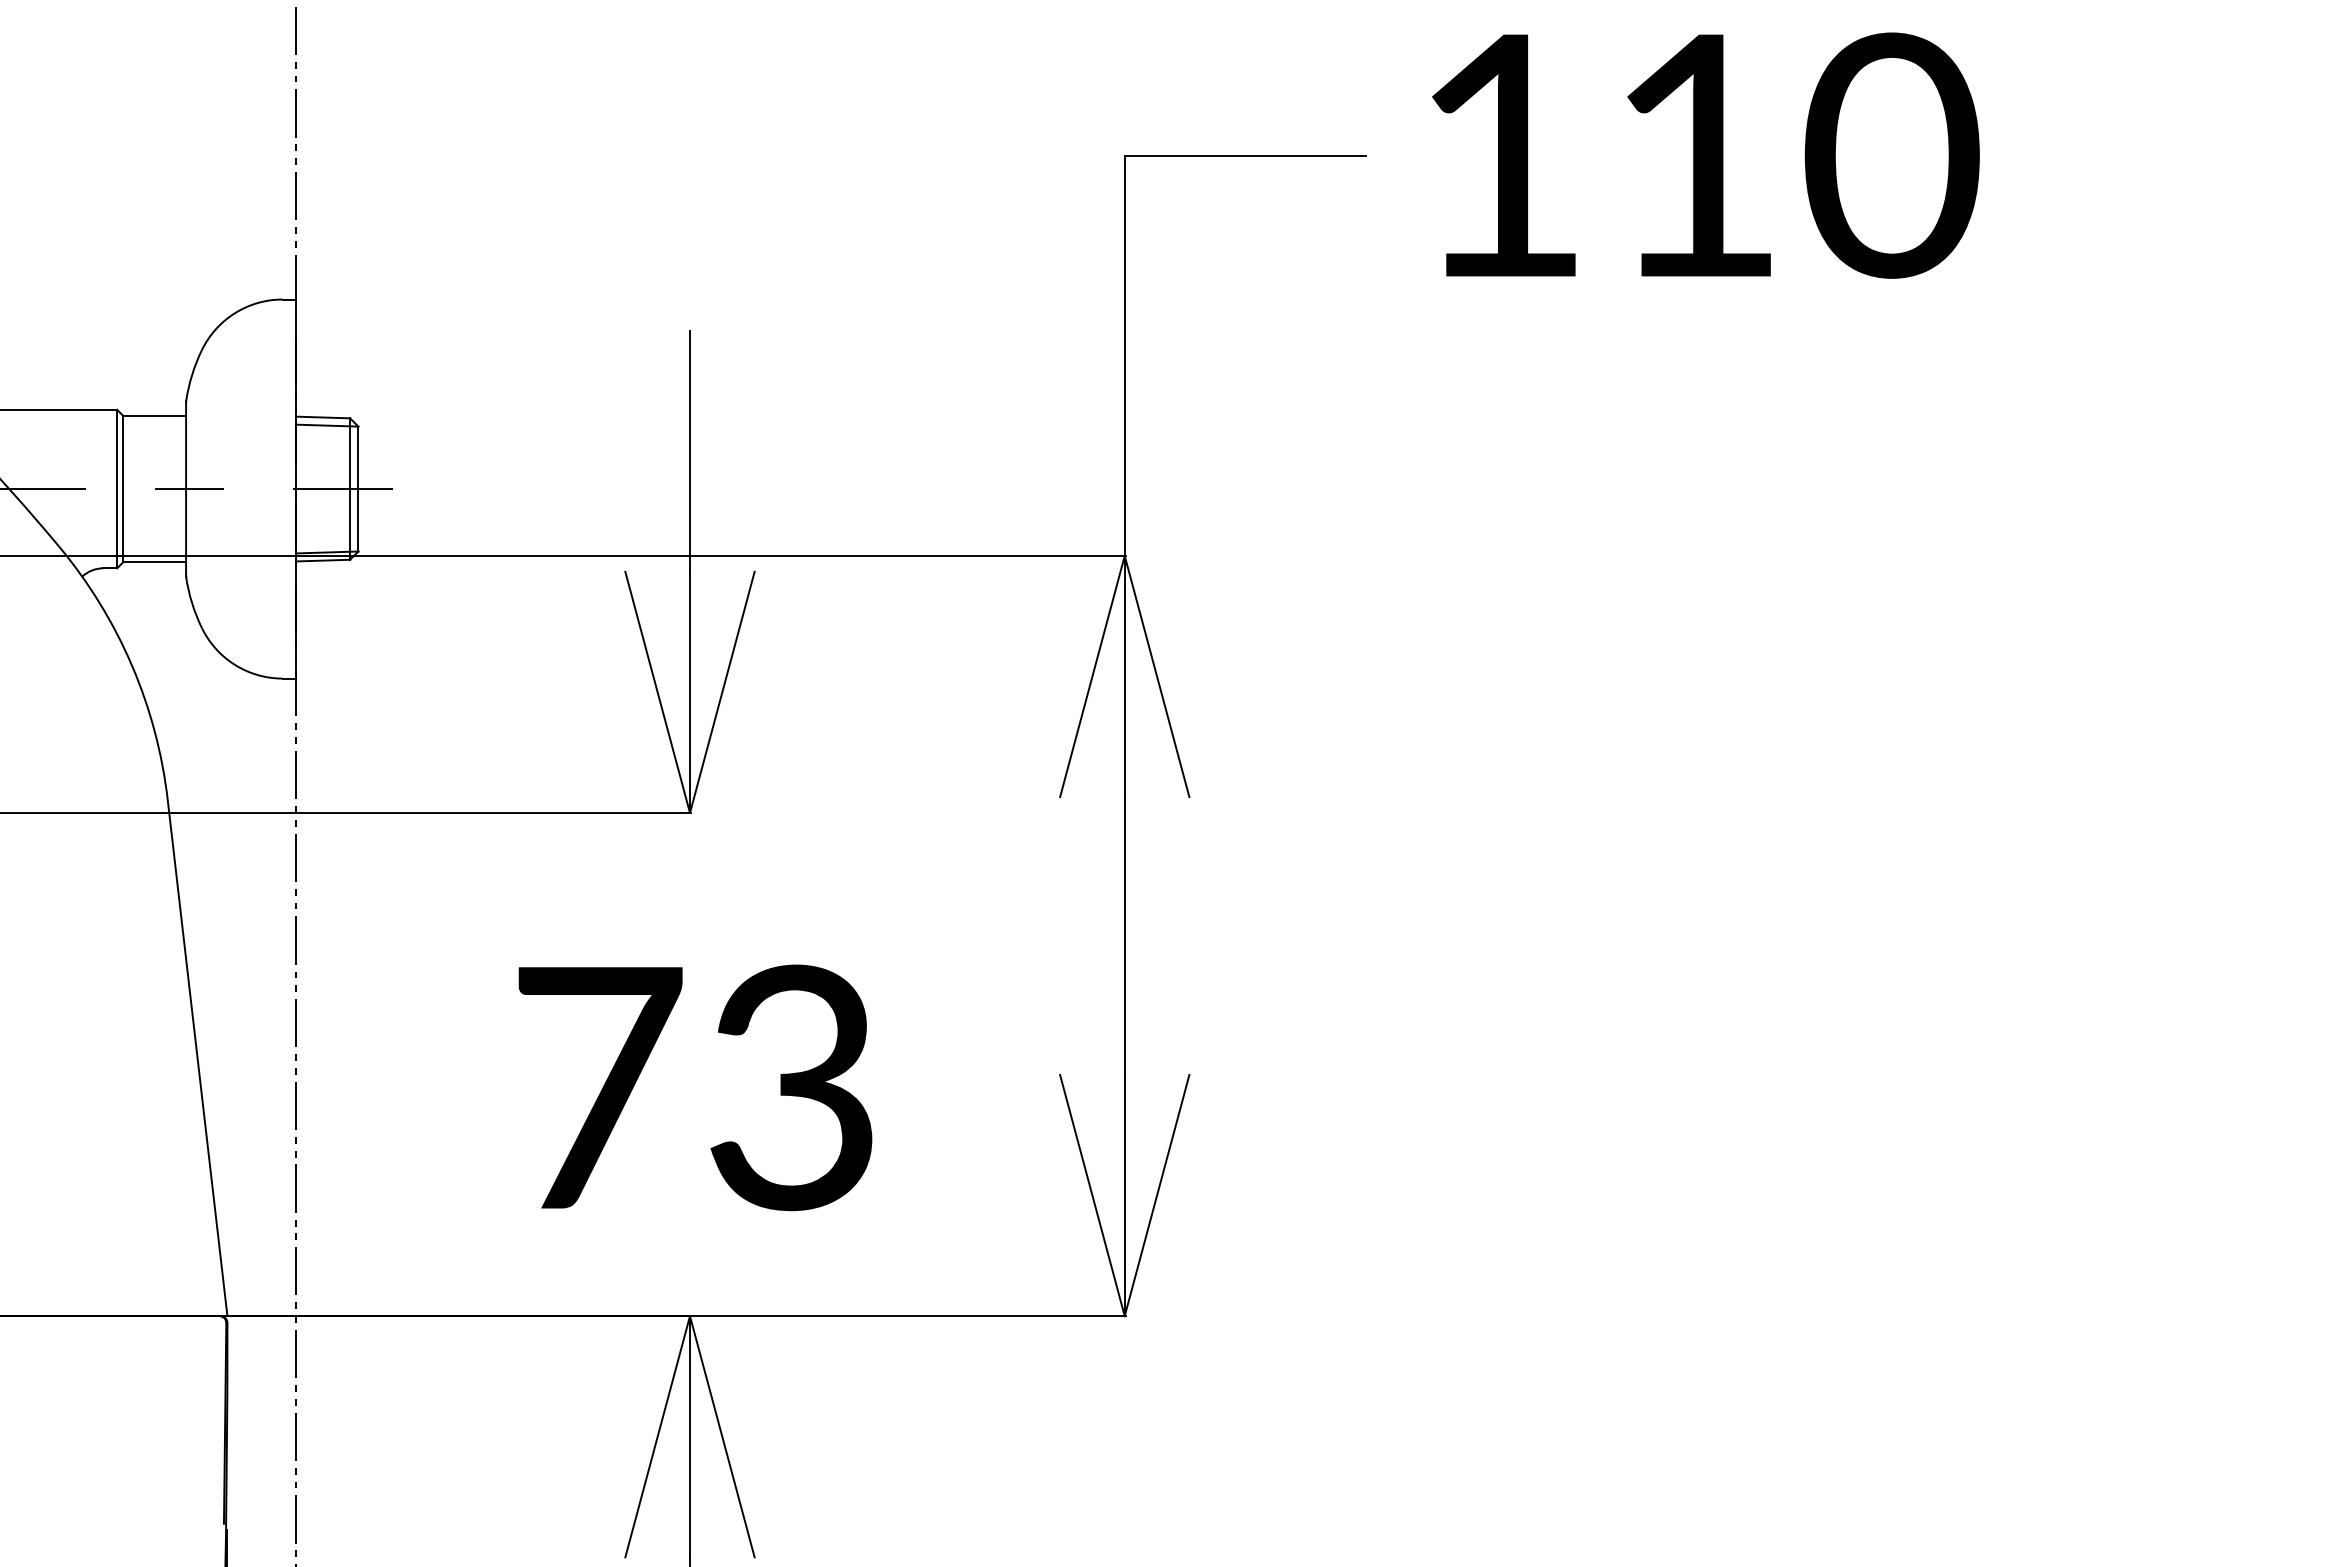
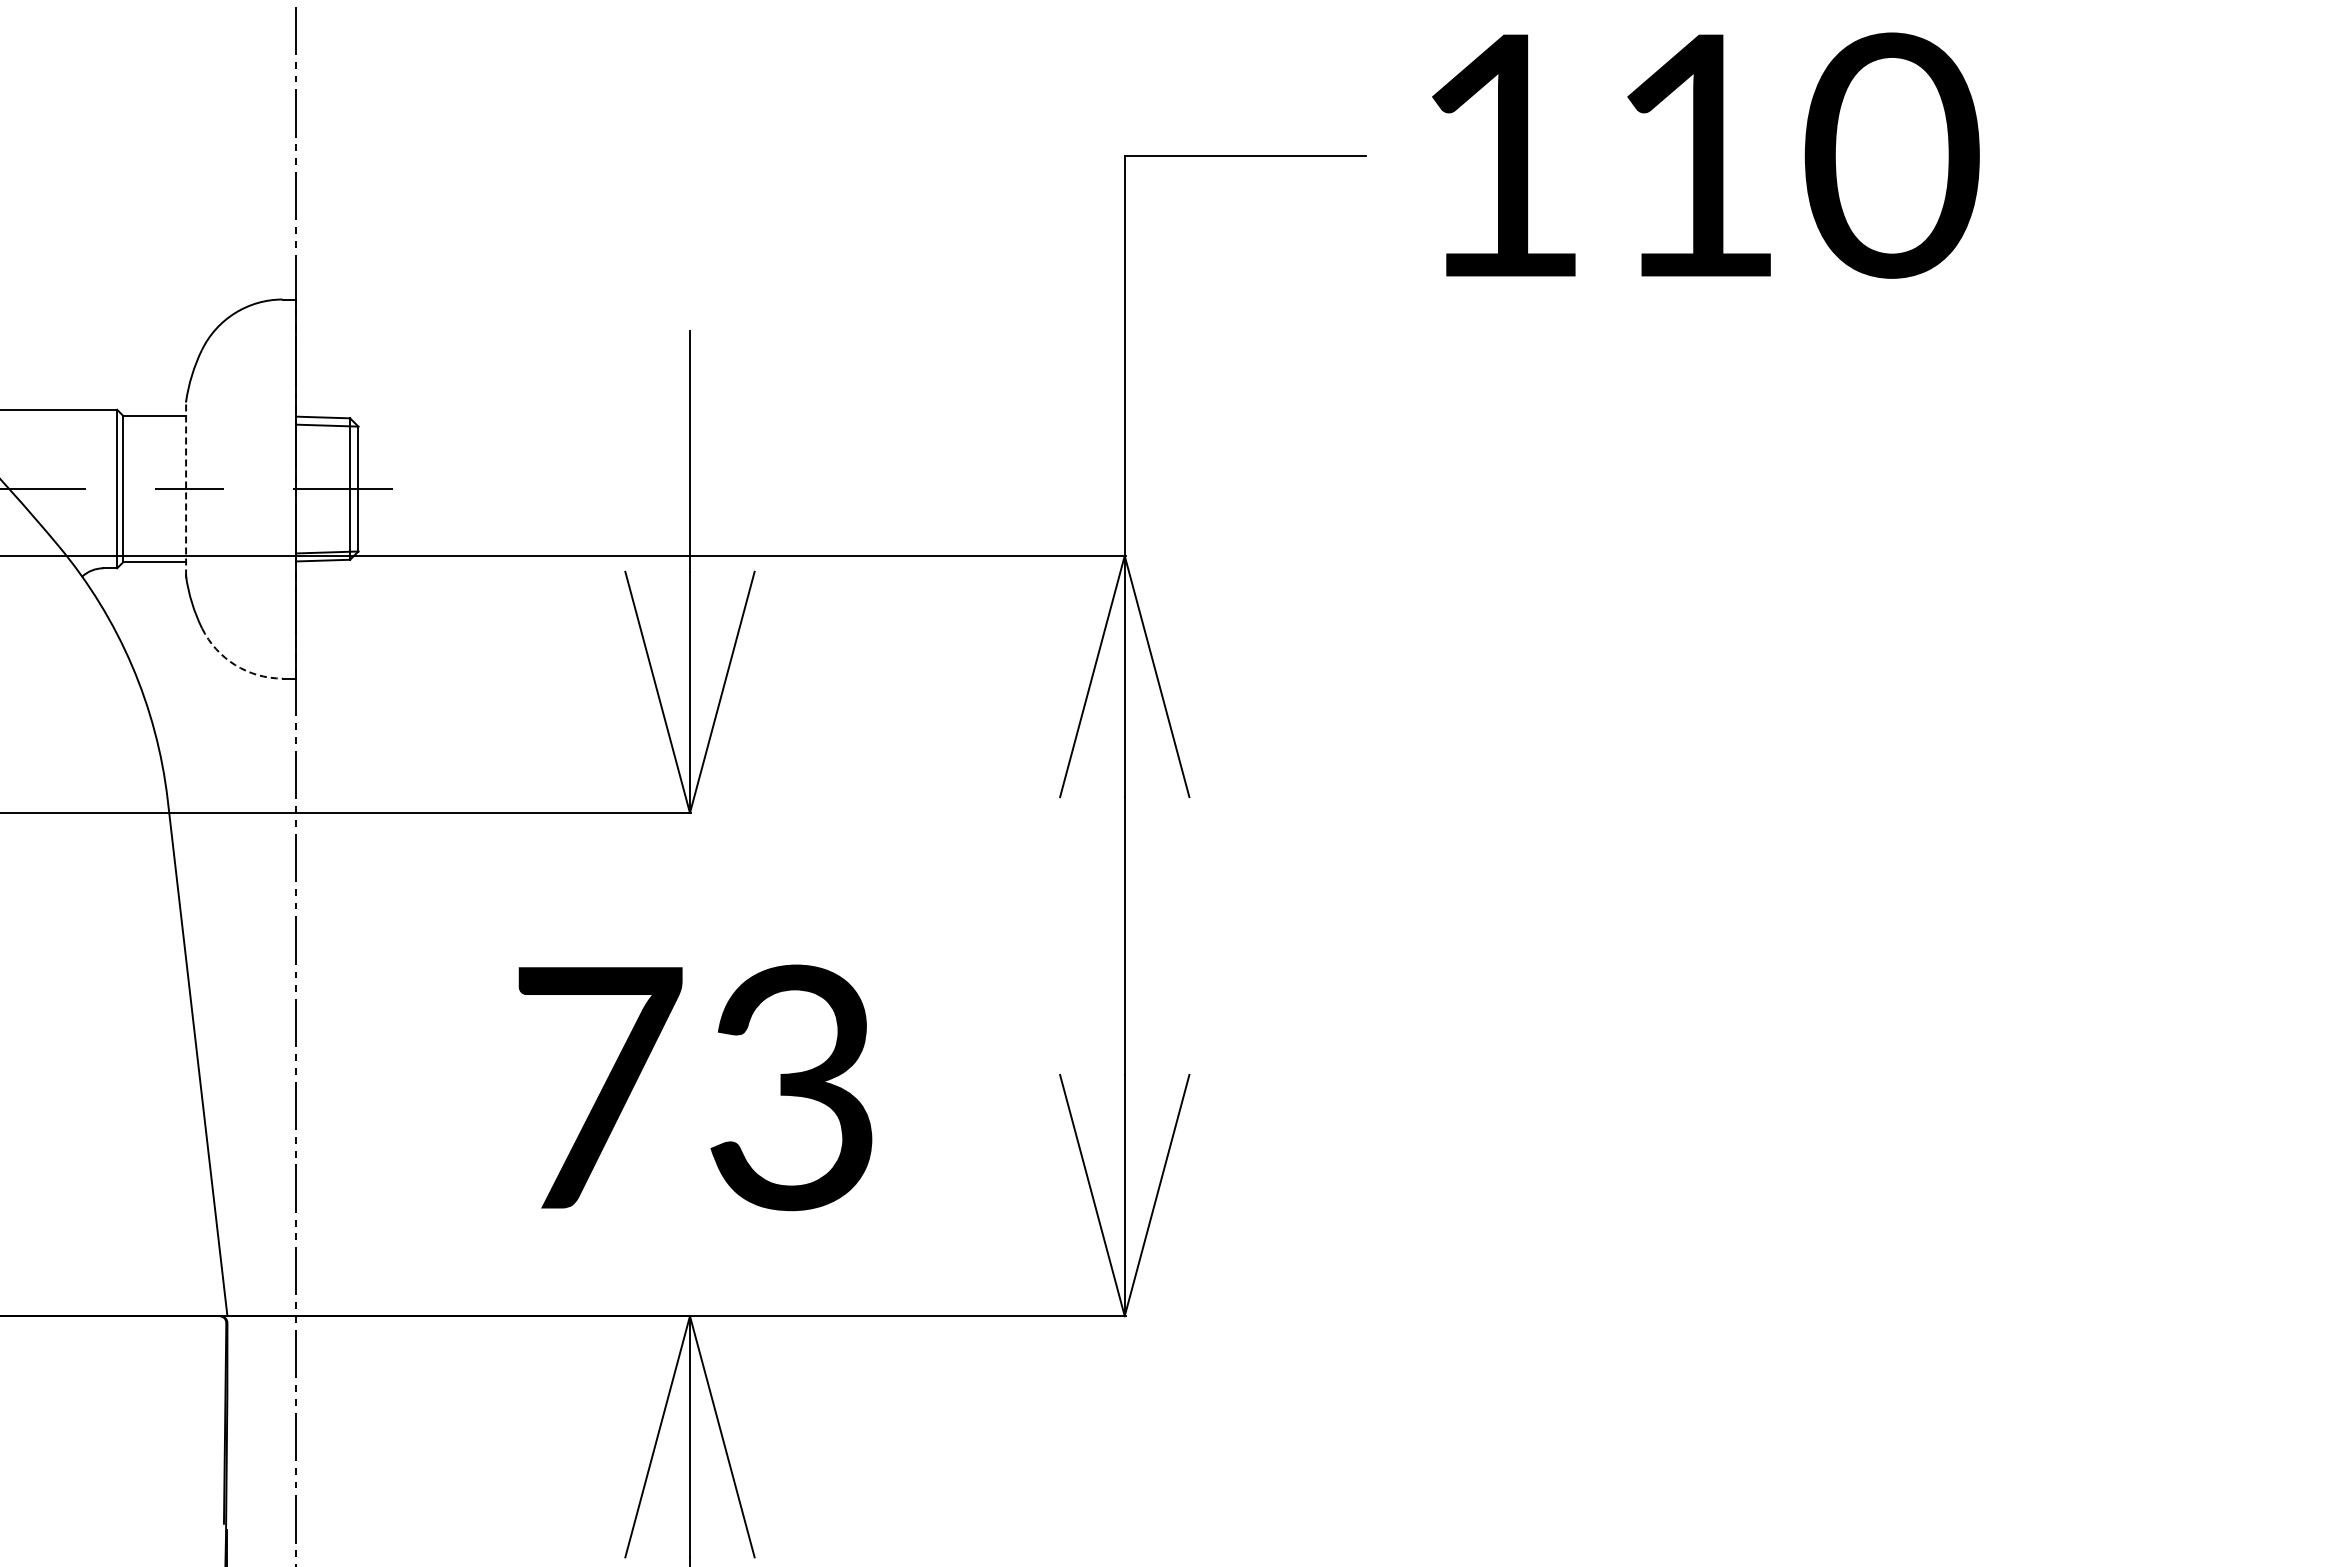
line at (186, 488): solid -> dashed
arc at (235, 665): solid -> dashed
